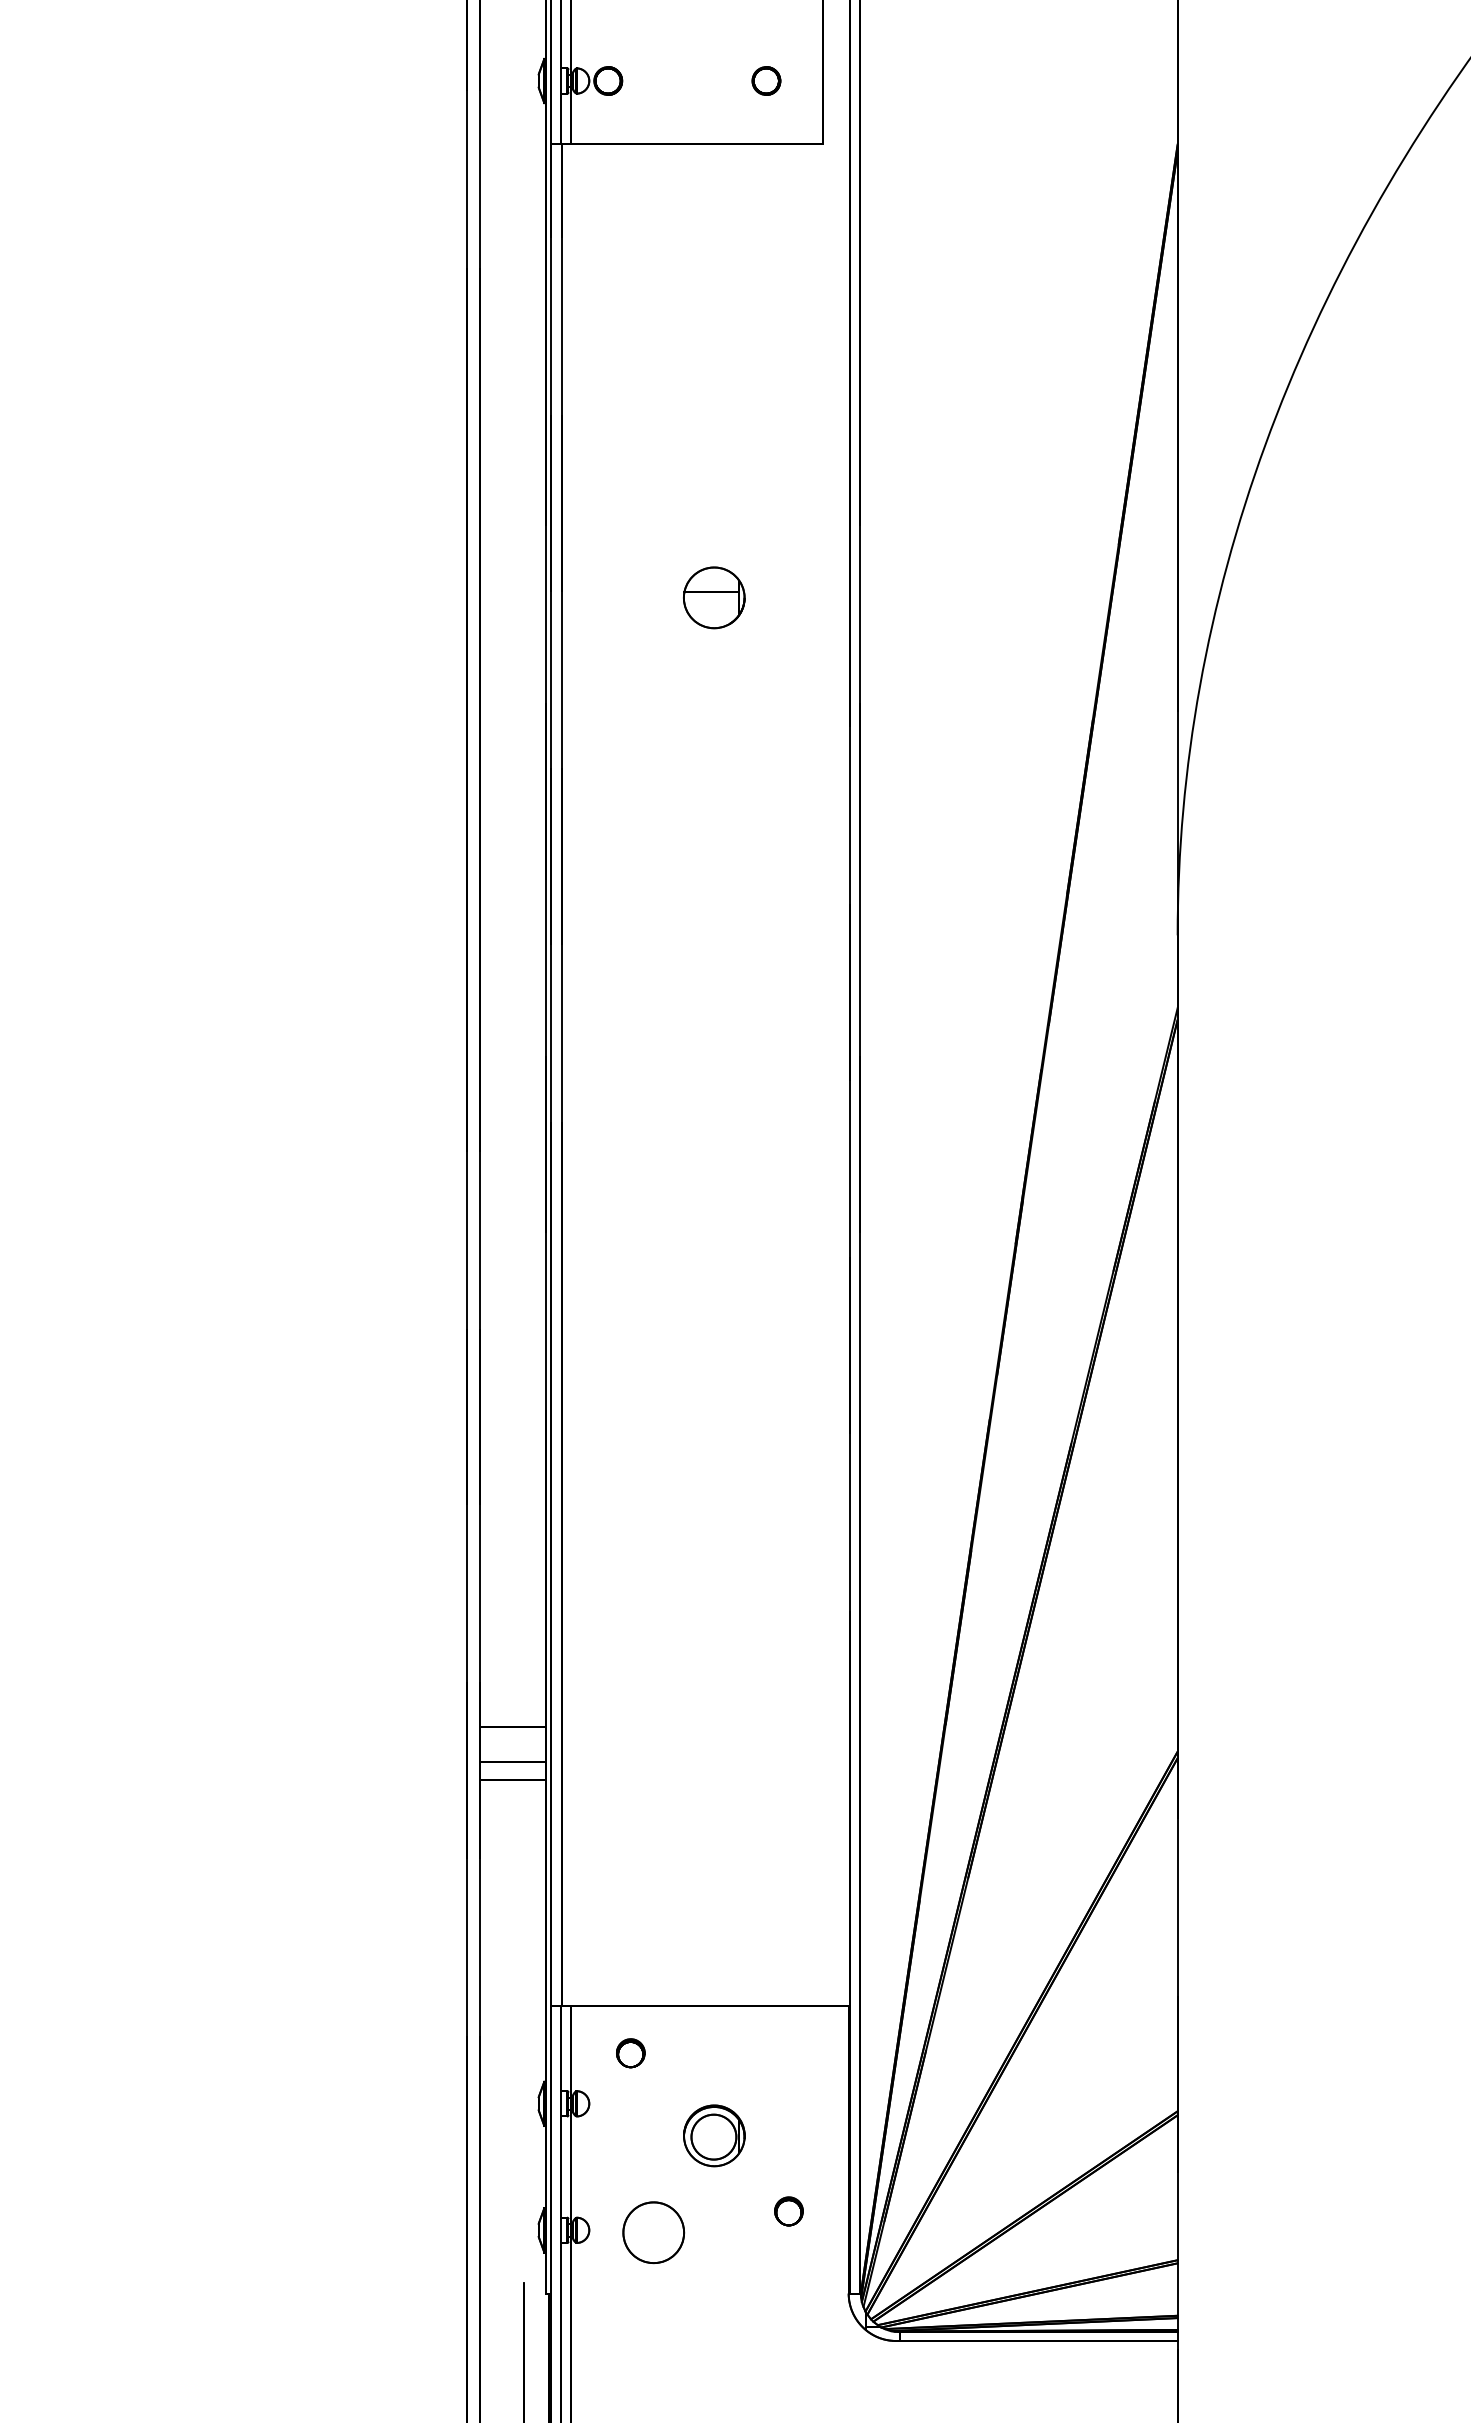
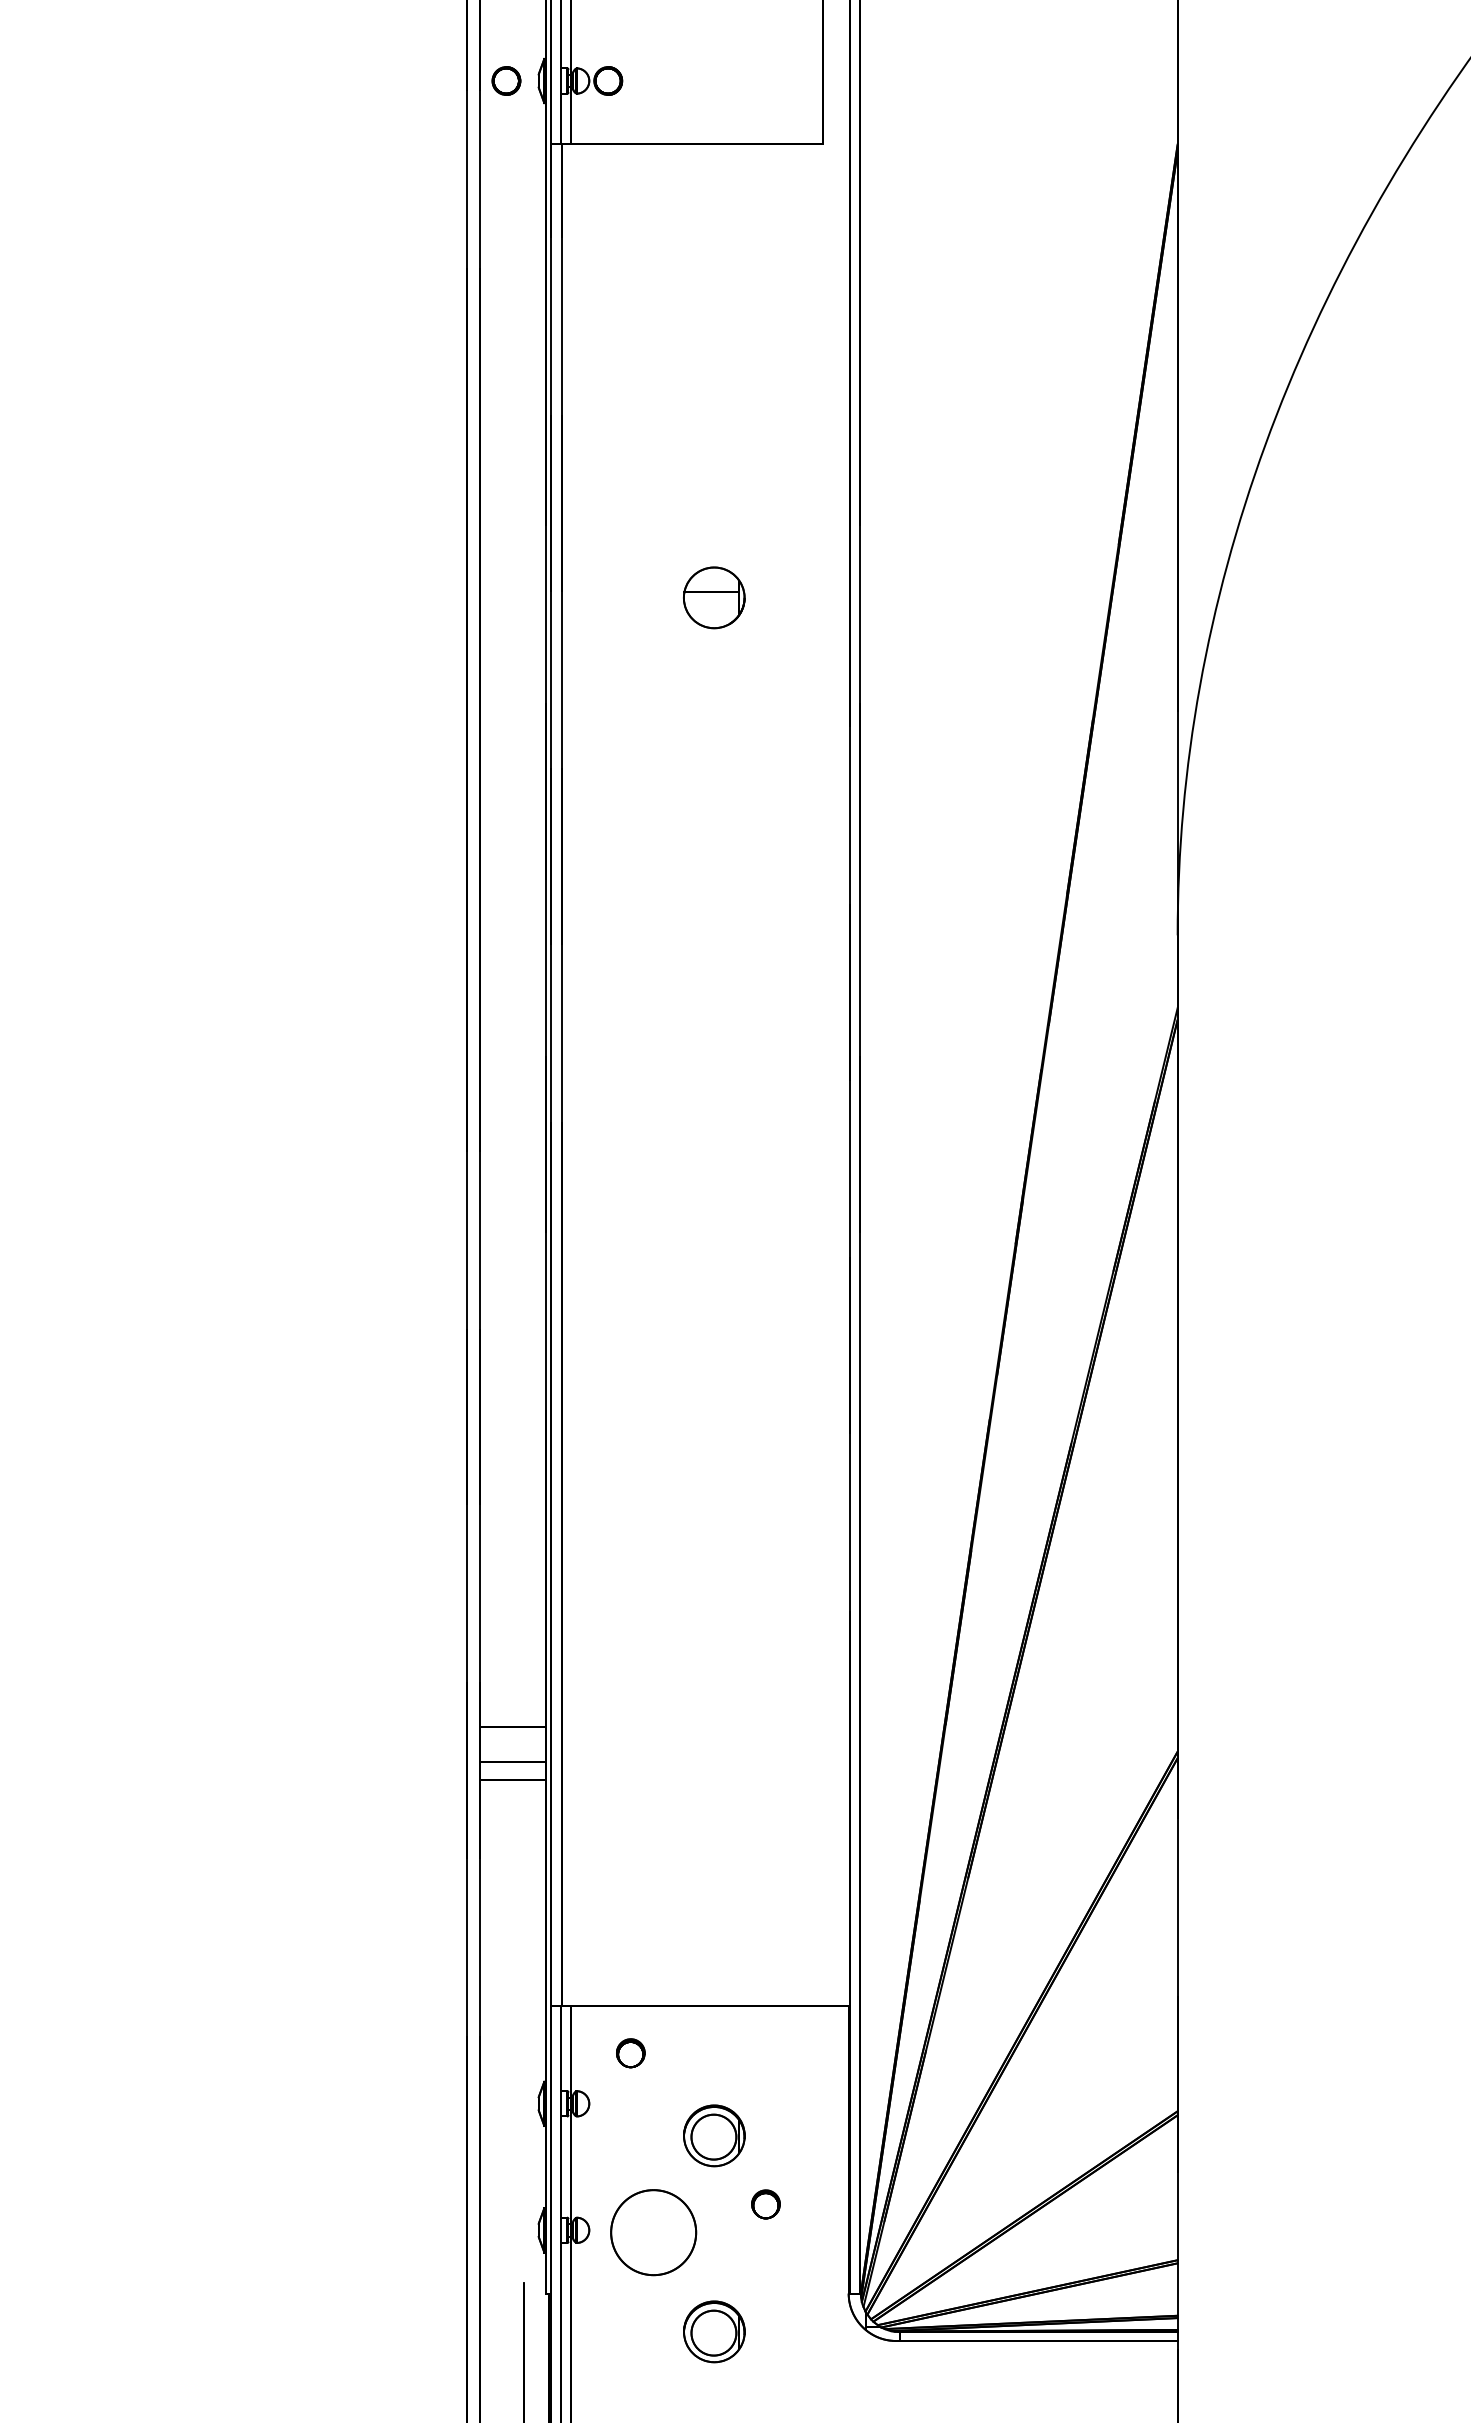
part at (766, 80) position: (766, 80) -> (506, 80)
part at (788, 2211) position: (788, 2211) -> (765, 2204)
part at (653, 2232) size: 64x64 px -> 88x88 px
part at (714, 2331): none -> present
